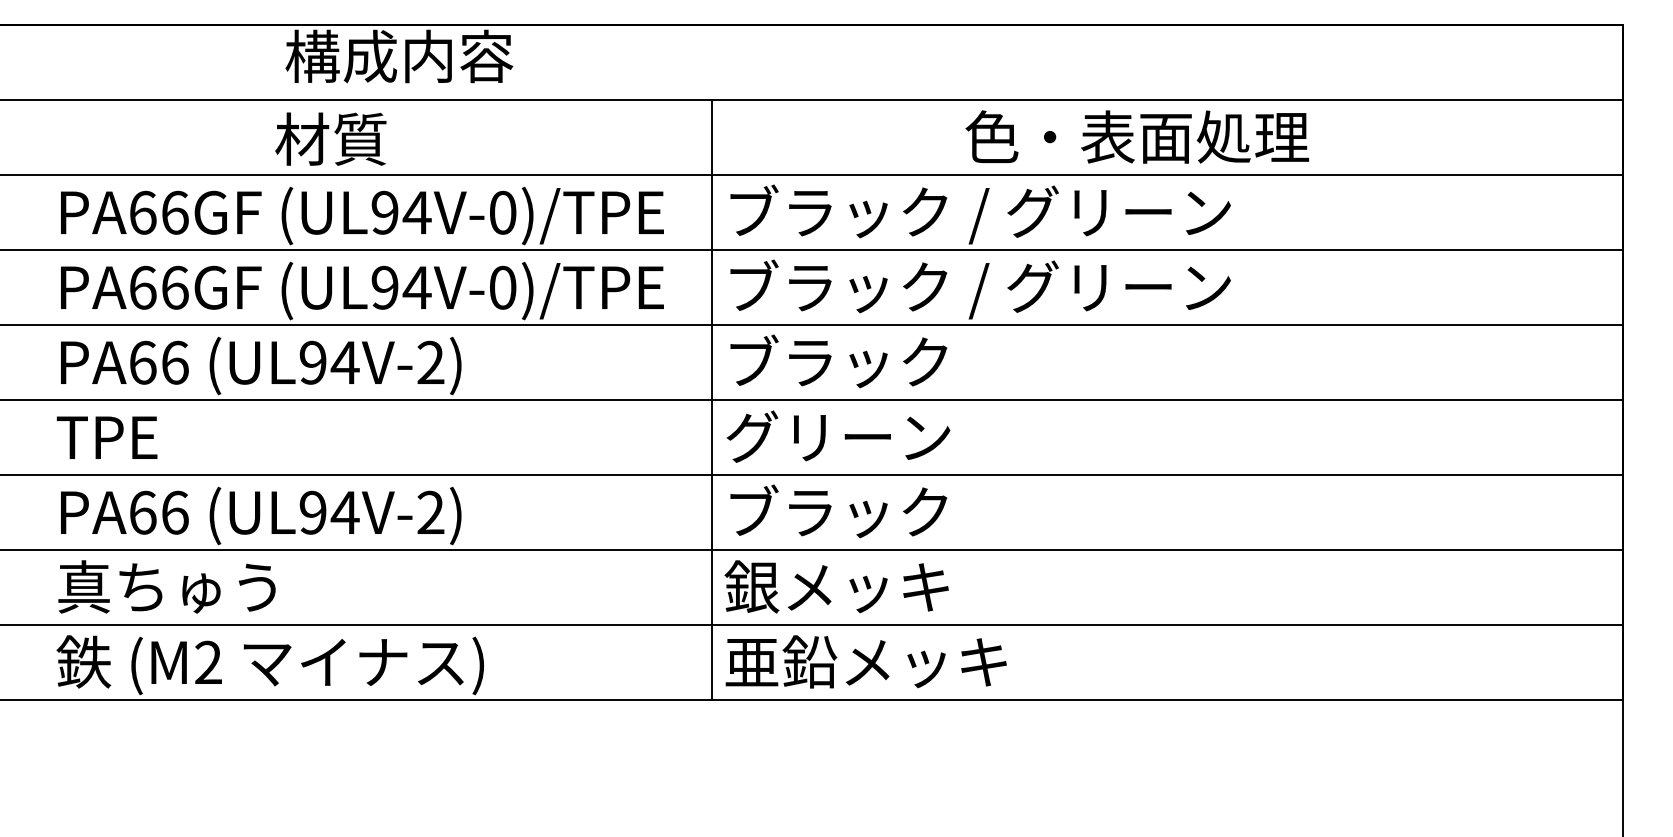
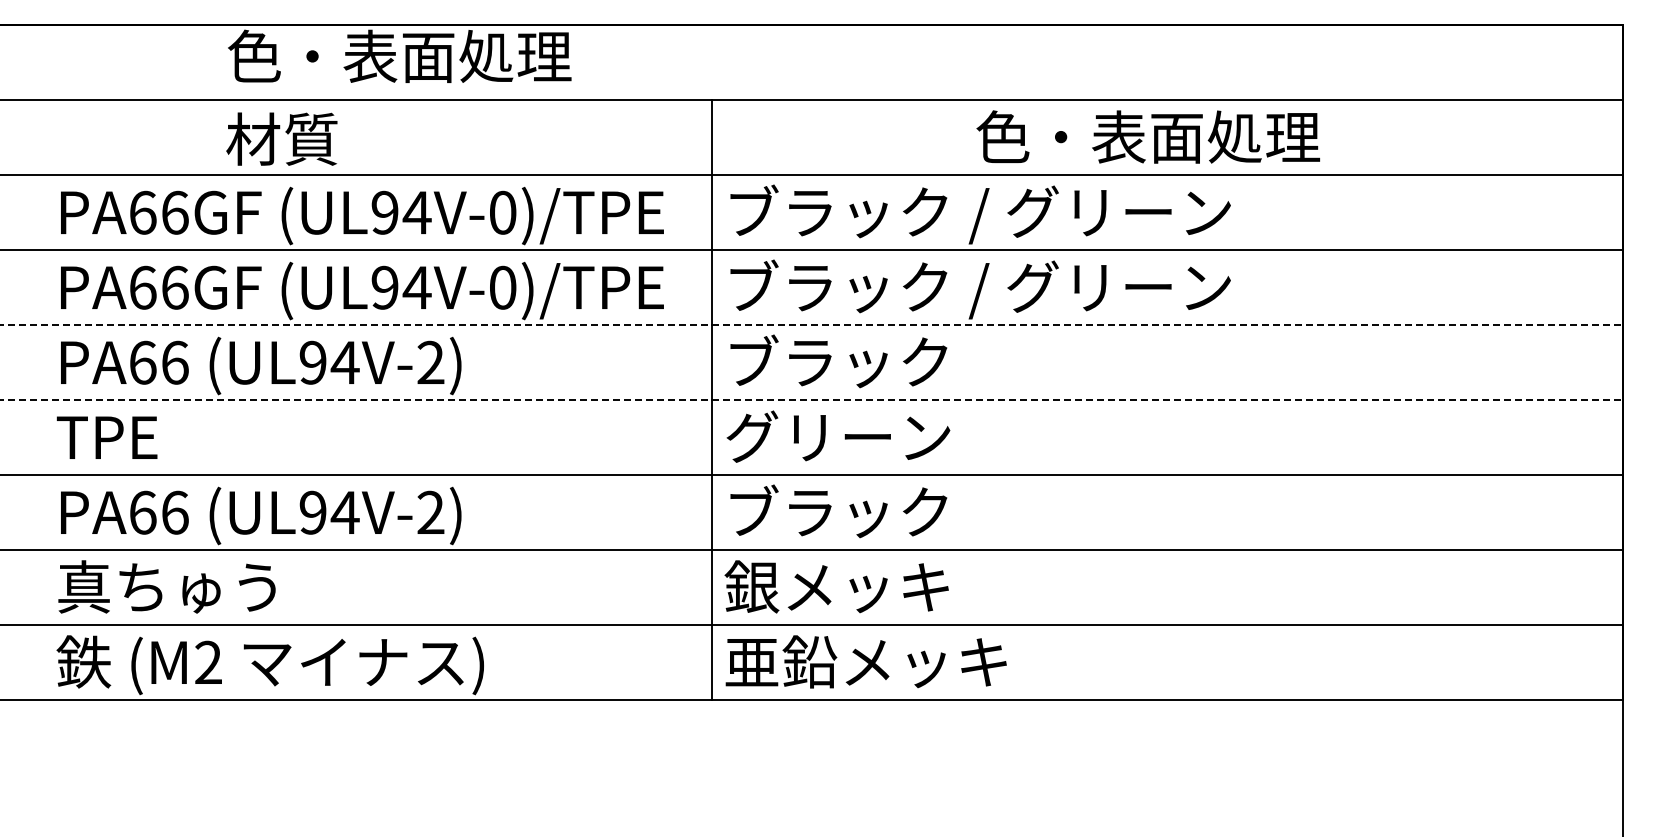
text at (399, 56): 構成内容 -> 色・表面処理
text at (1136, 136) position: (1136, 136) -> (1147, 136)
text at (330, 138) position: (330, 138) -> (281, 138)
line at (812, 325): solid -> dashed
line at (812, 400): solid -> dashed
